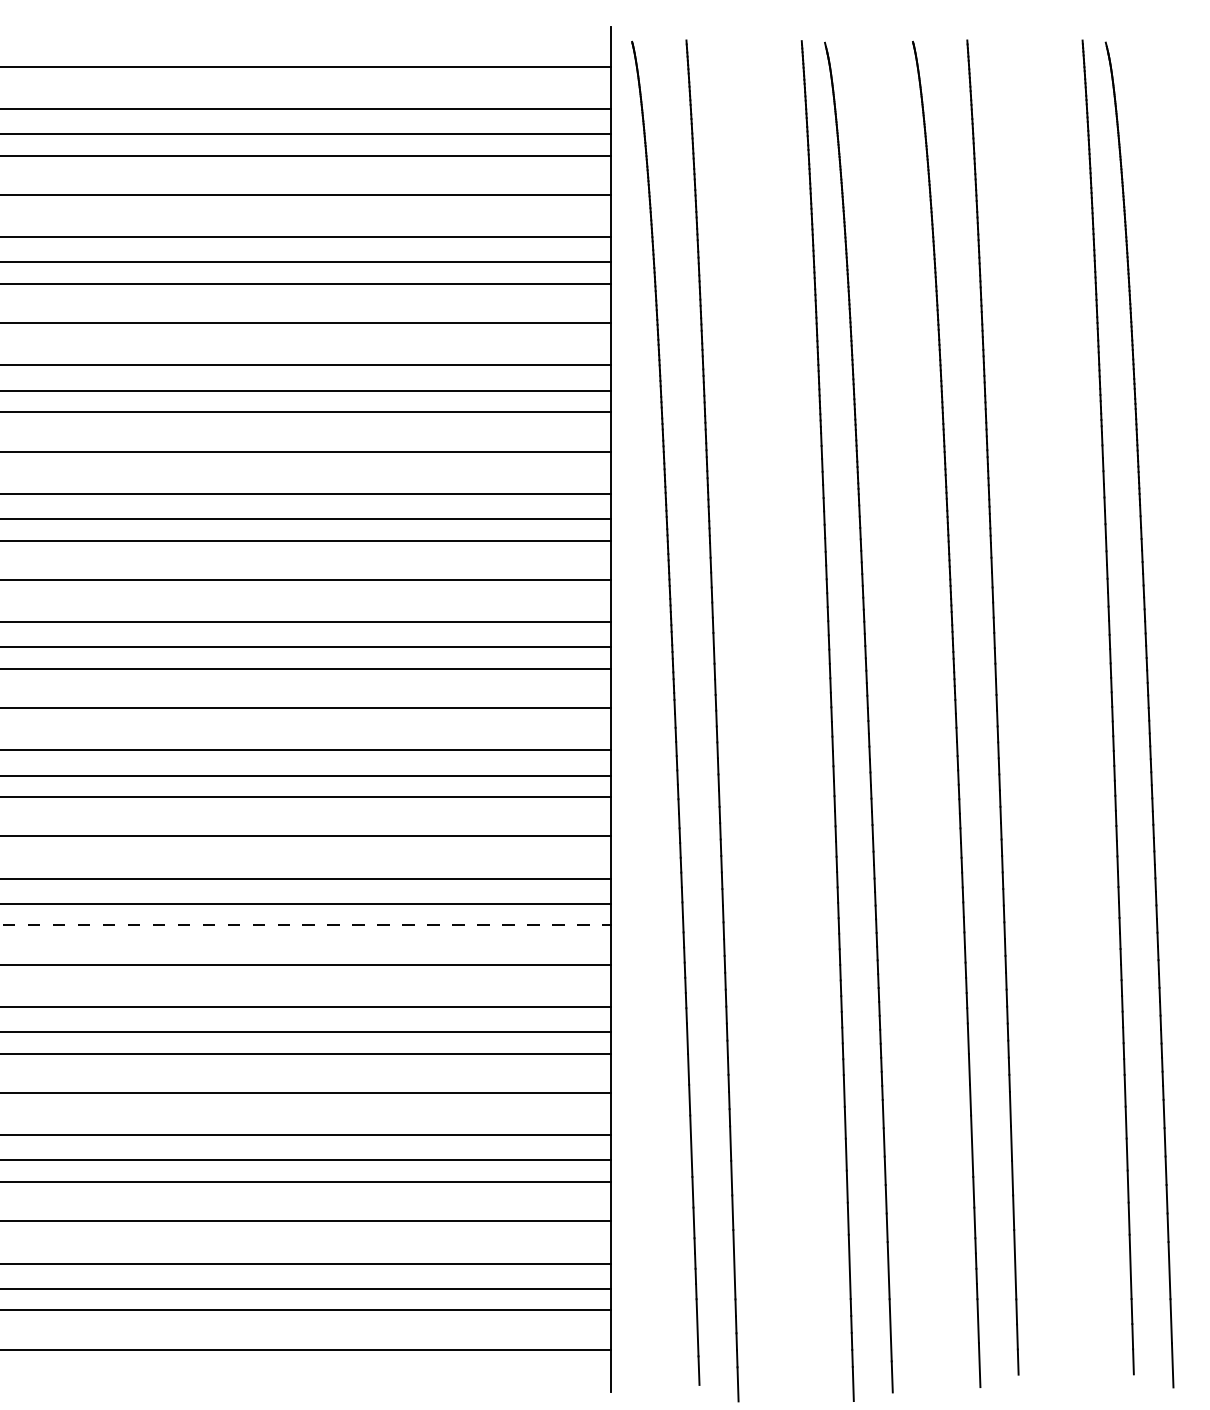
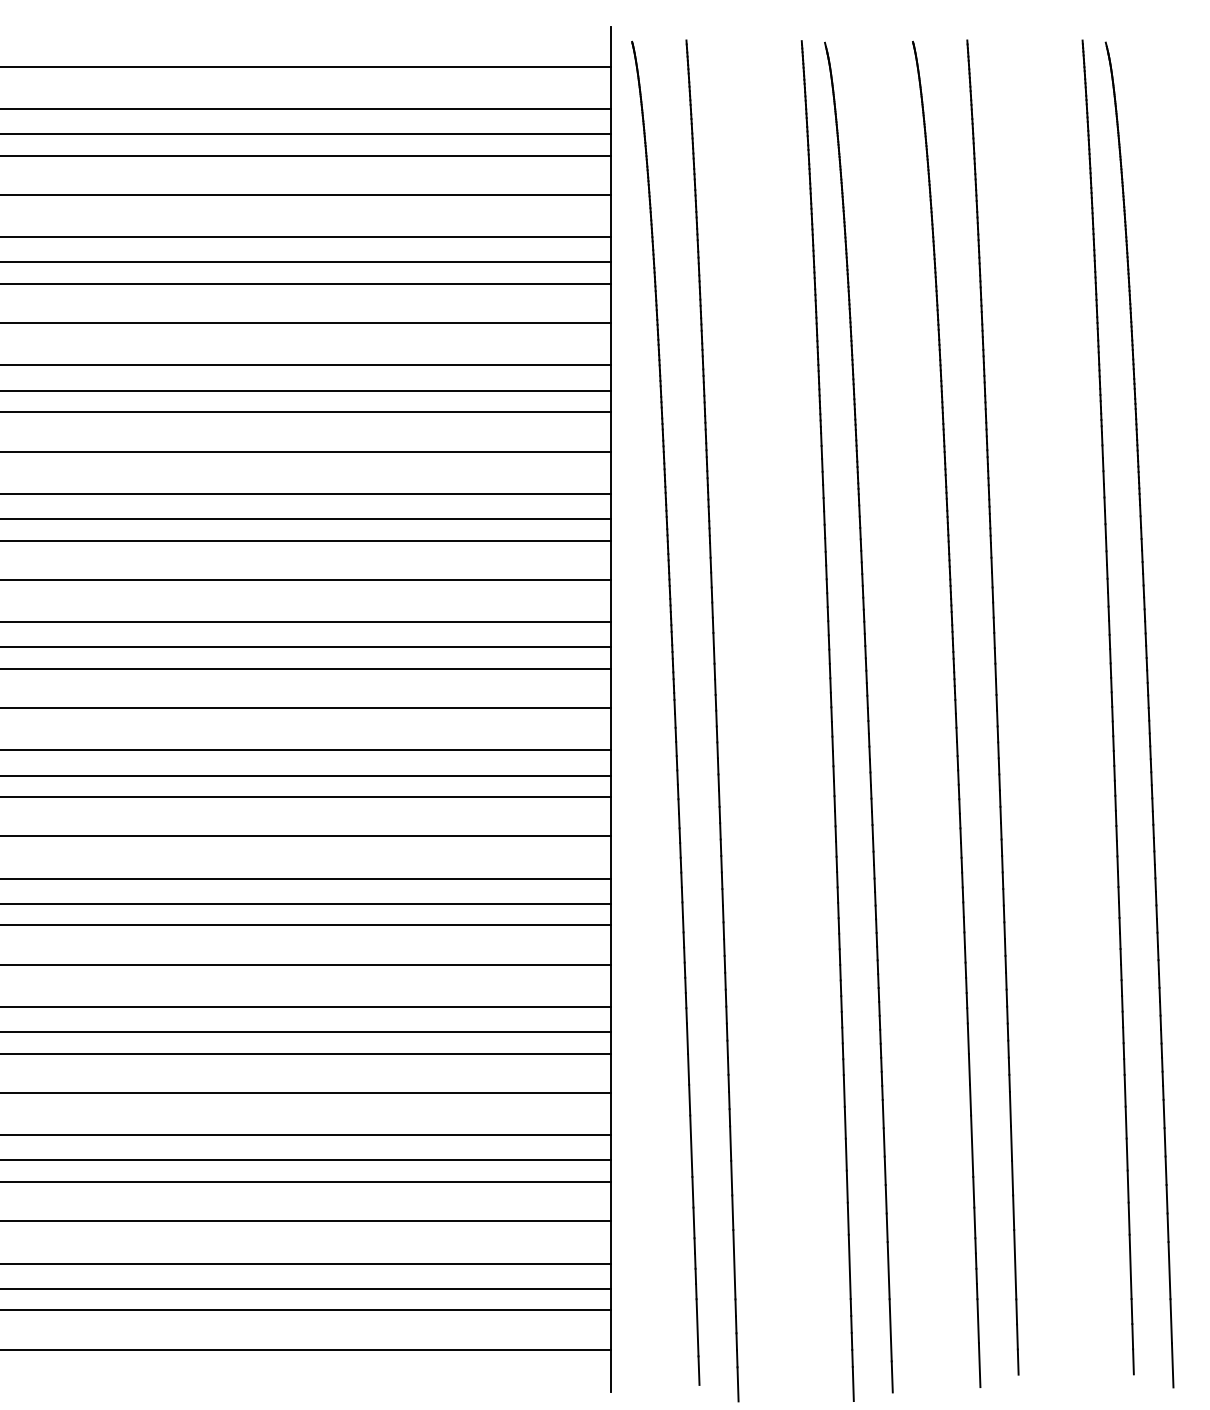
line at (306, 925): dashed -> solid
